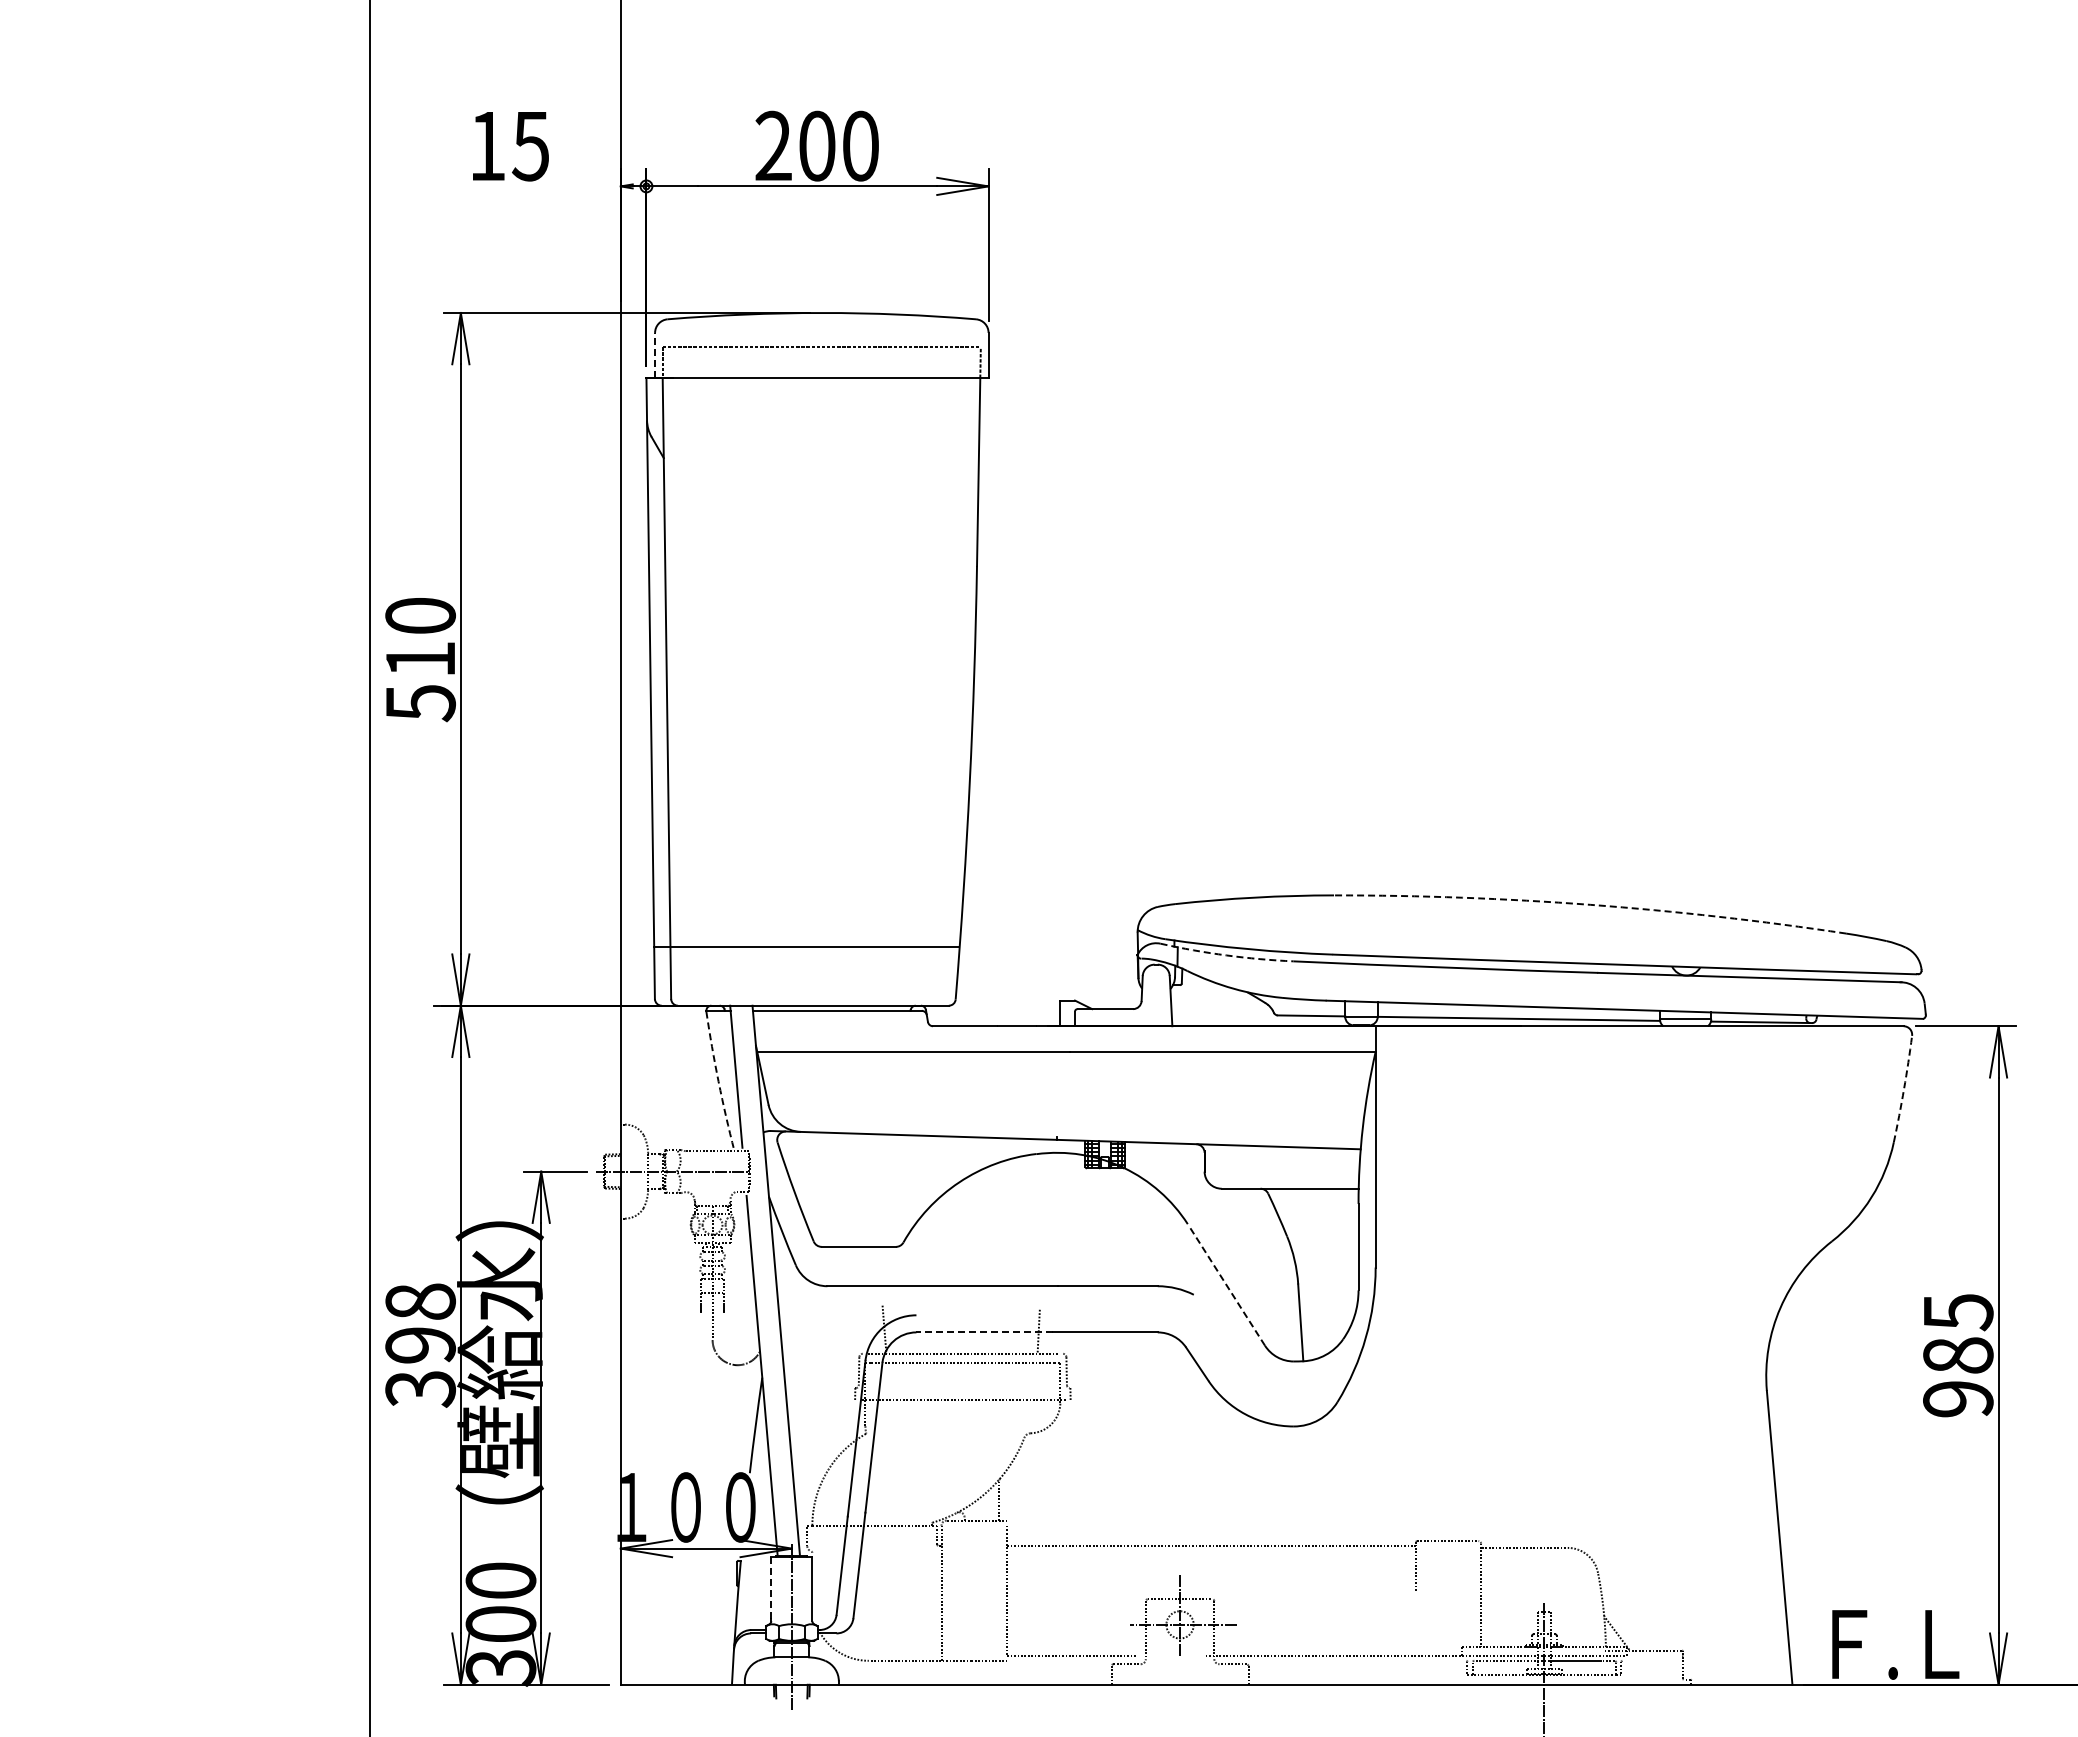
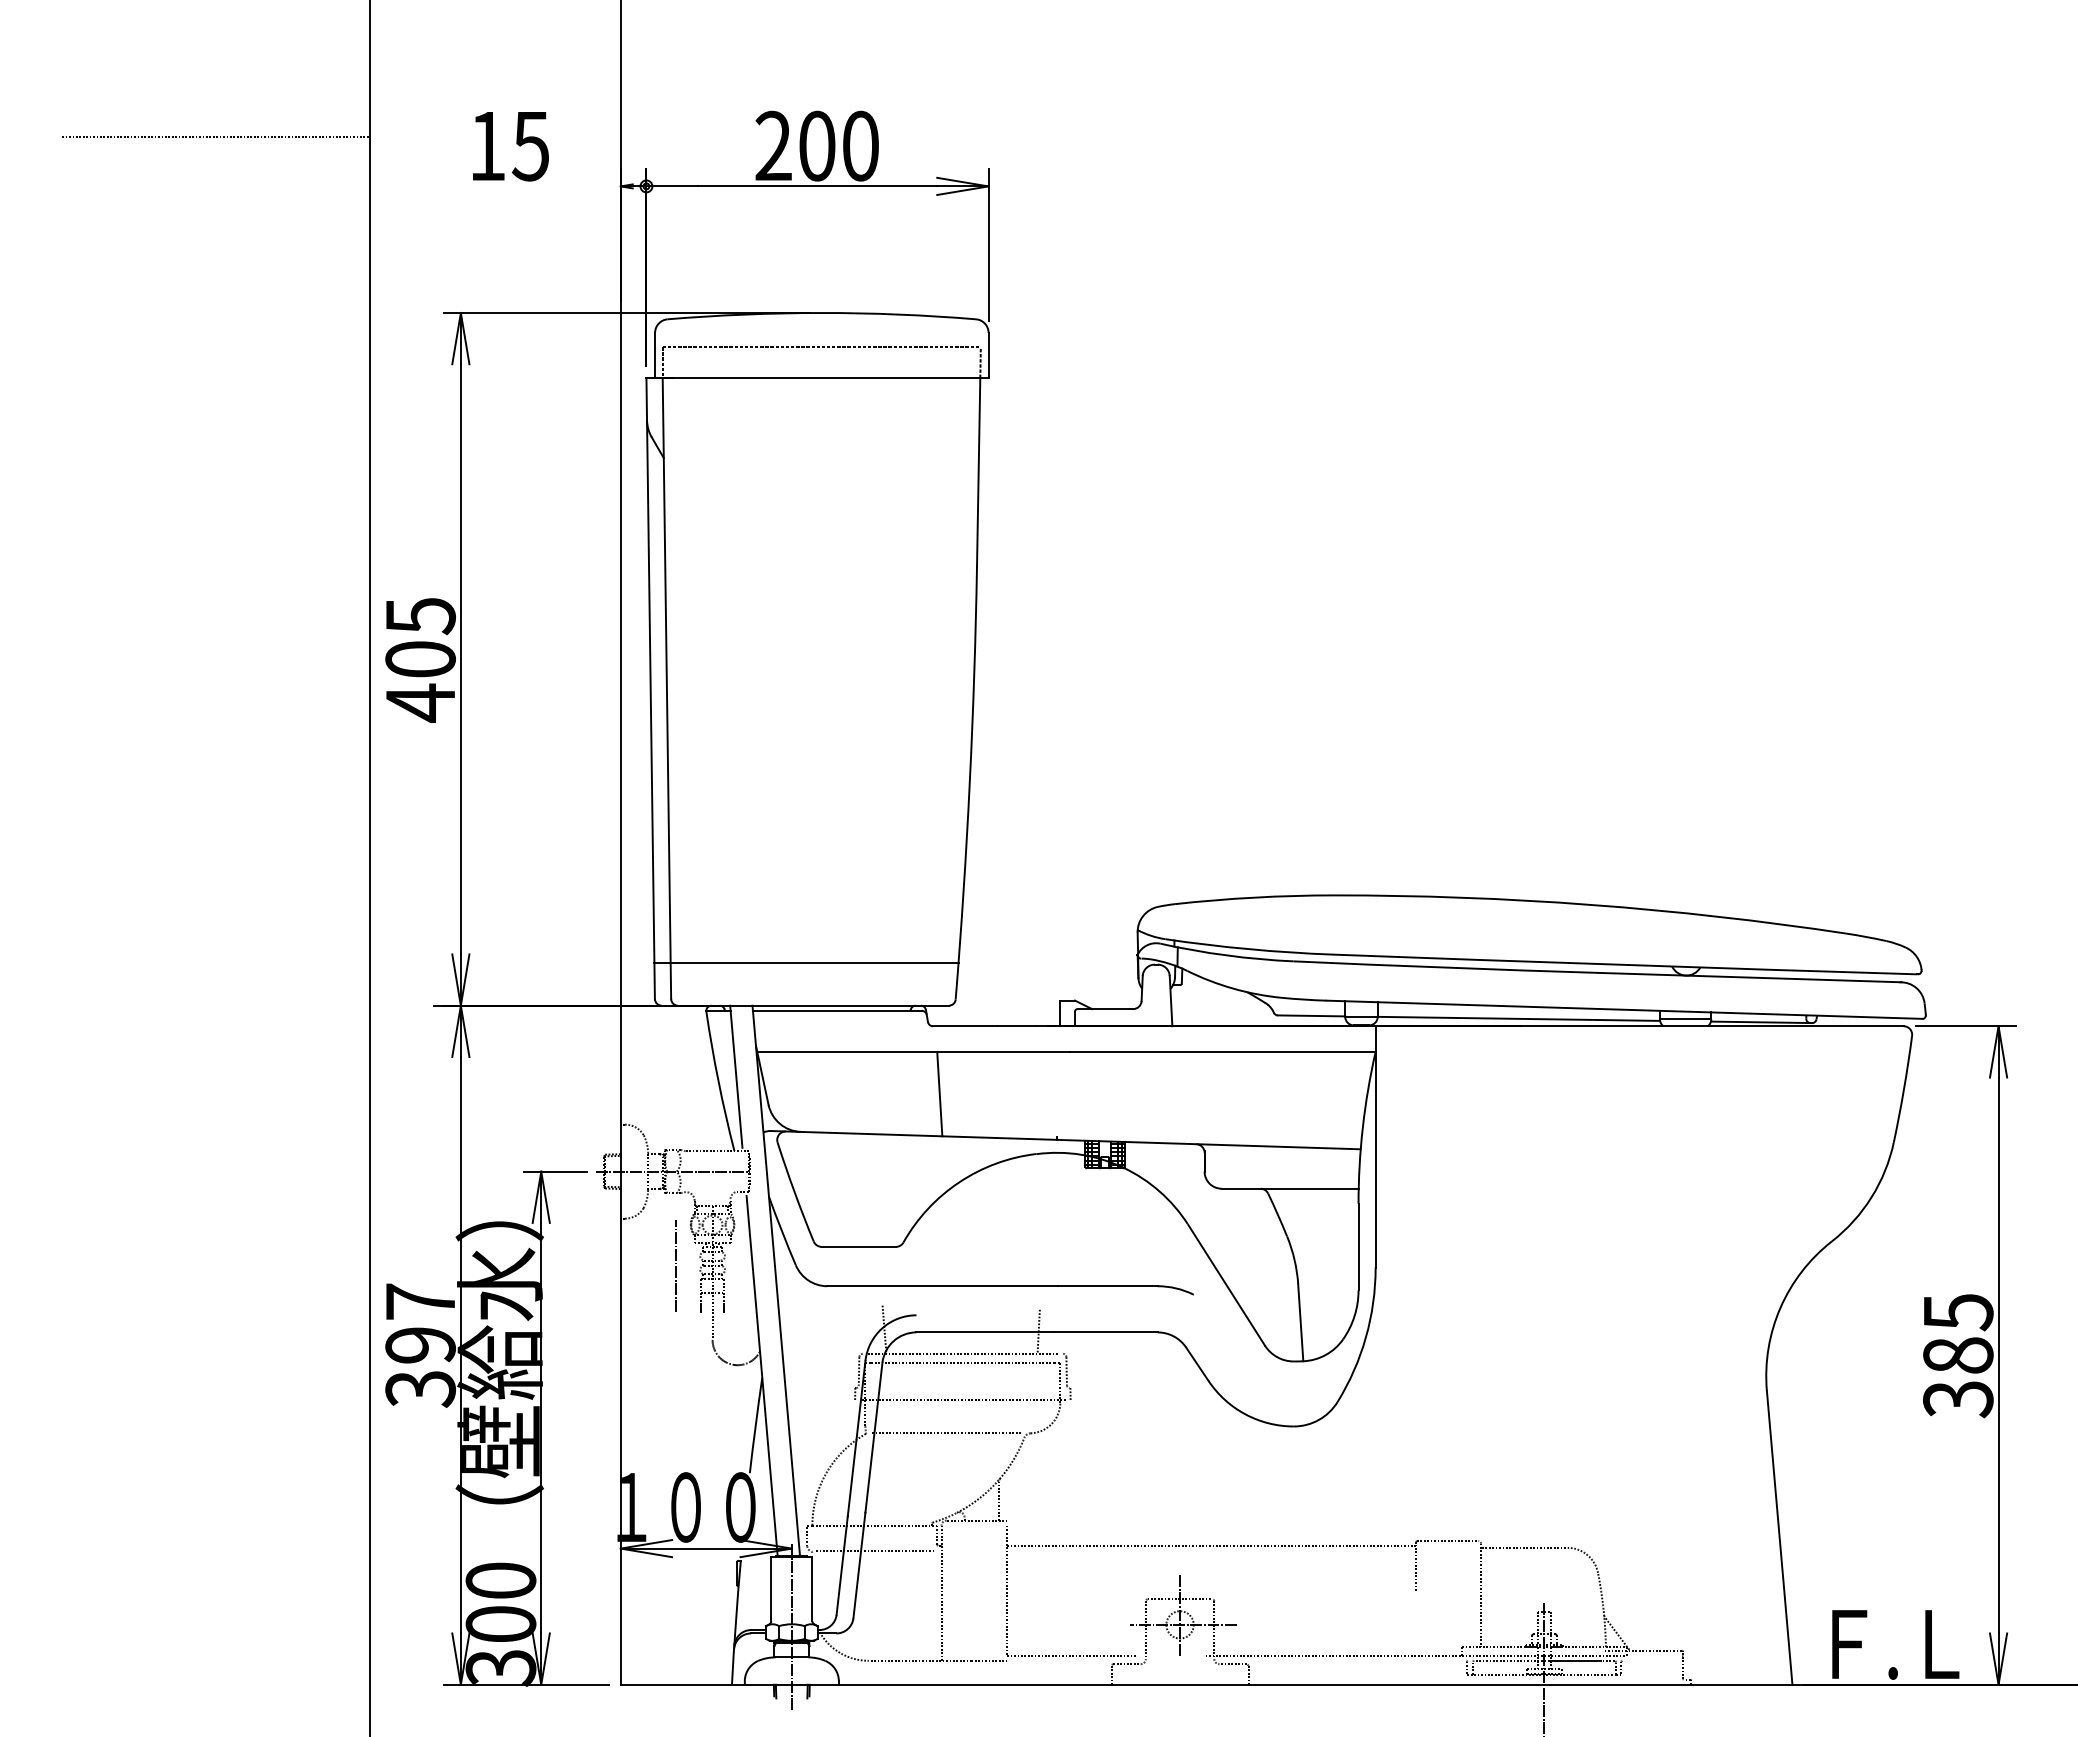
line at (216, 136): none -> present
line at (655, 355): dashed -> solid
text at (420, 660): 510 -> 405
arc at (1590, 904): dashed -> solid
line at (806, 946) position: (806, 946) -> (806, 962)
arc at (1226, 955): dashed -> solid
arc at (718, 1081): dashed -> solid
arc at (1904, 1089): dashed -> solid
line at (939, 1093): none -> present
line at (675, 1266): none -> present
line at (1226, 1284): dashed -> solid
text at (420, 1301): 398 -> 397
line at (984, 1332): dashed -> solid
text at (1958, 1399): 985 -> 385
line at (945, 1433): none -> present
line at (874, 1551): none -> present
line at (771, 1588): dashed -> solid
